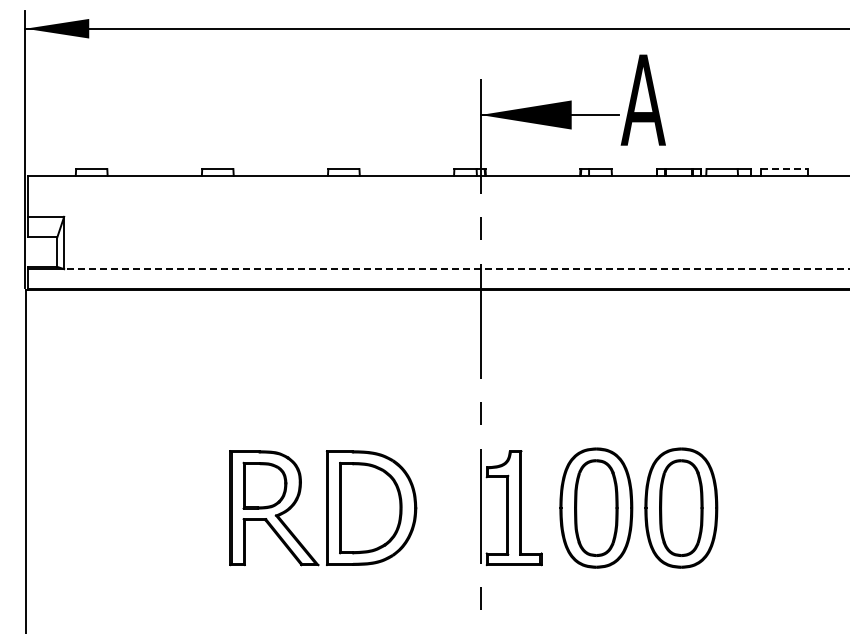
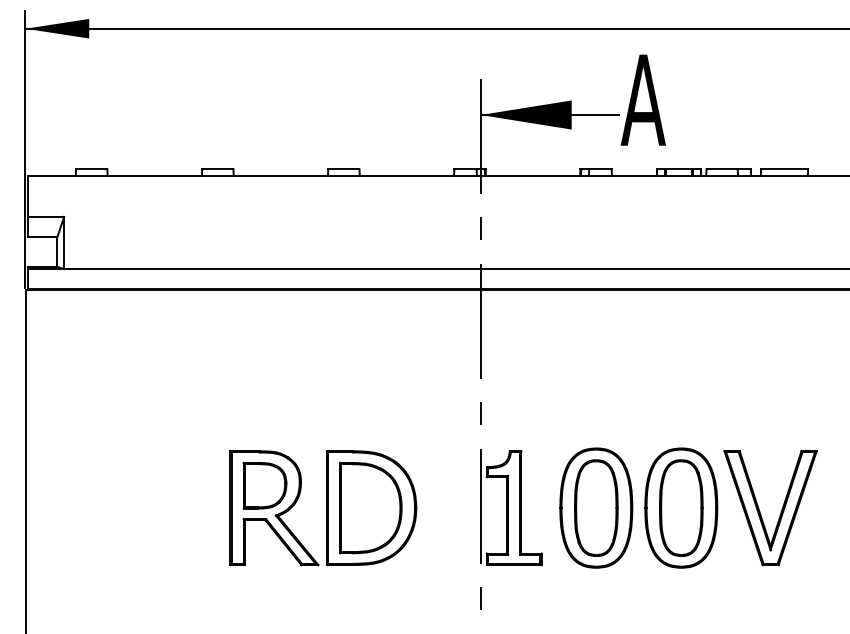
line at (784, 169): dashed -> solid
line at (457, 269): dashed -> solid
part at (760, 511): none -> present
